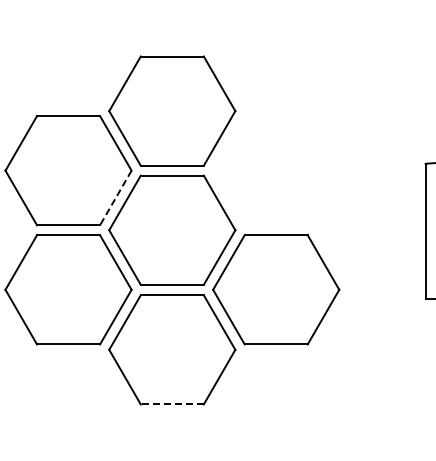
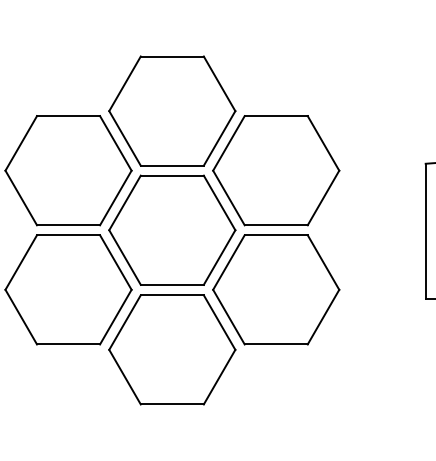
part at (276, 170): none -> present
line at (115, 198): dashed -> solid
line at (172, 404): dashed -> solid
